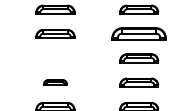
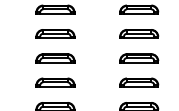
part at (138, 33) size: 56x14 px -> 41x10 px
part at (55, 58): none -> present
part at (55, 82) size: 25x7 px -> 41x11 px
